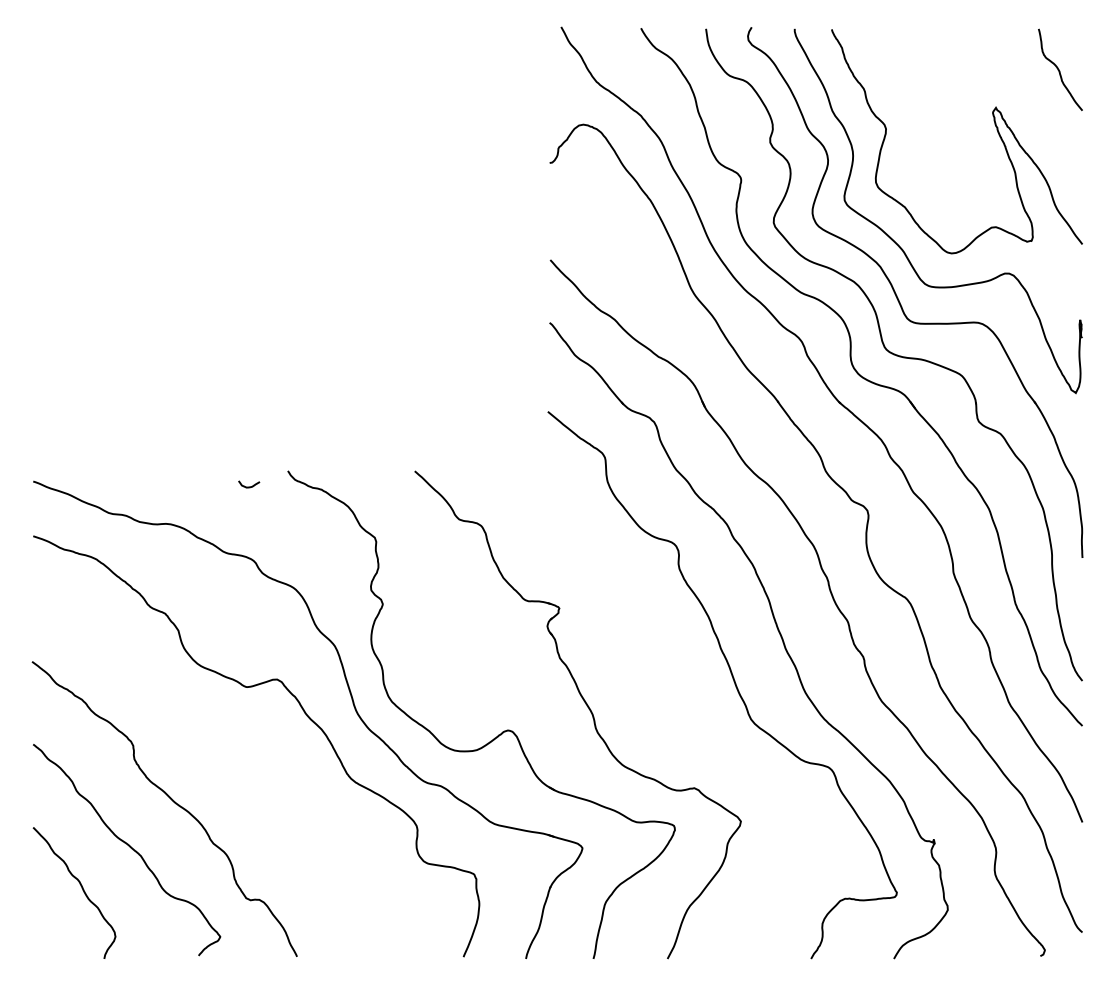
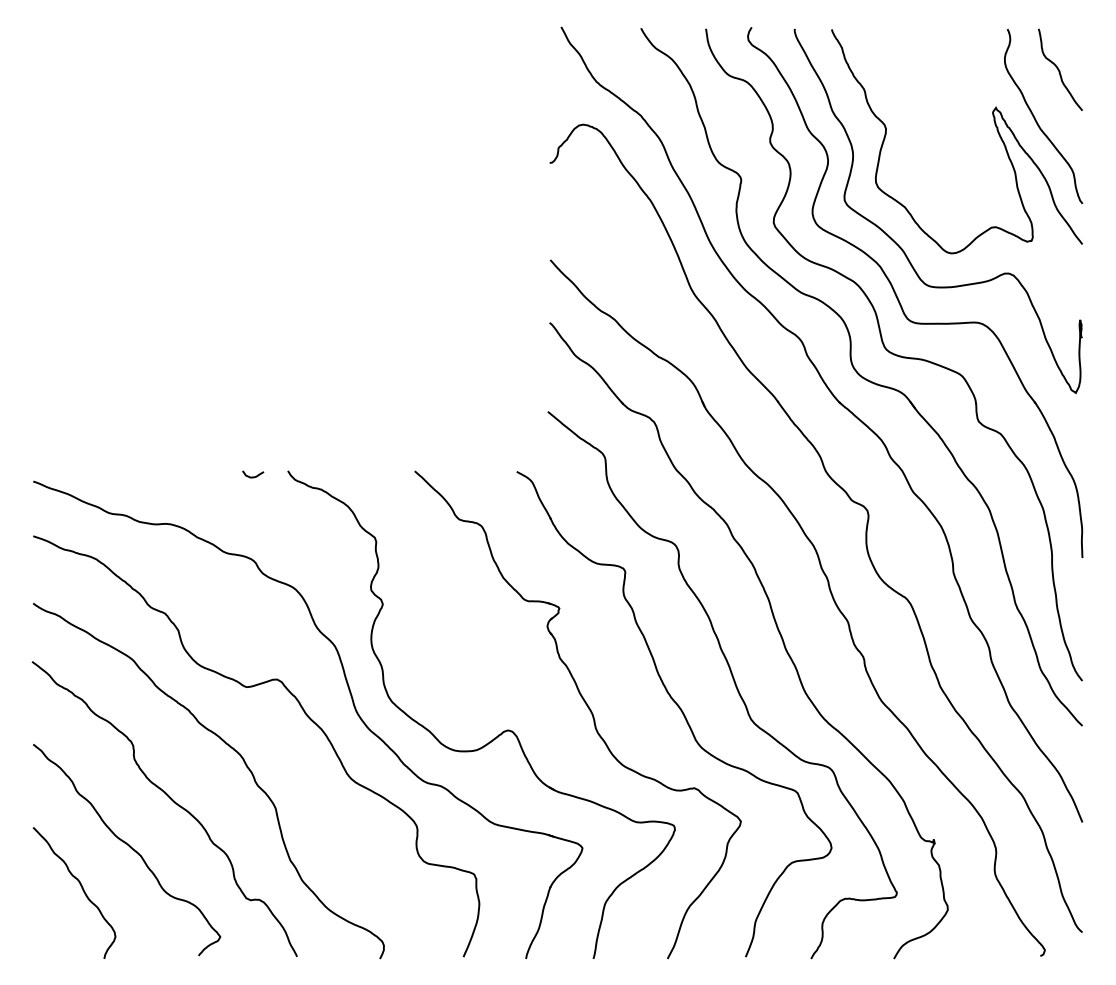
curve at (1036, 119): none -> present
curve at (249, 486) position: (249, 486) -> (253, 476)
part at (679, 709): none -> present
curve at (234, 751): none -> present
